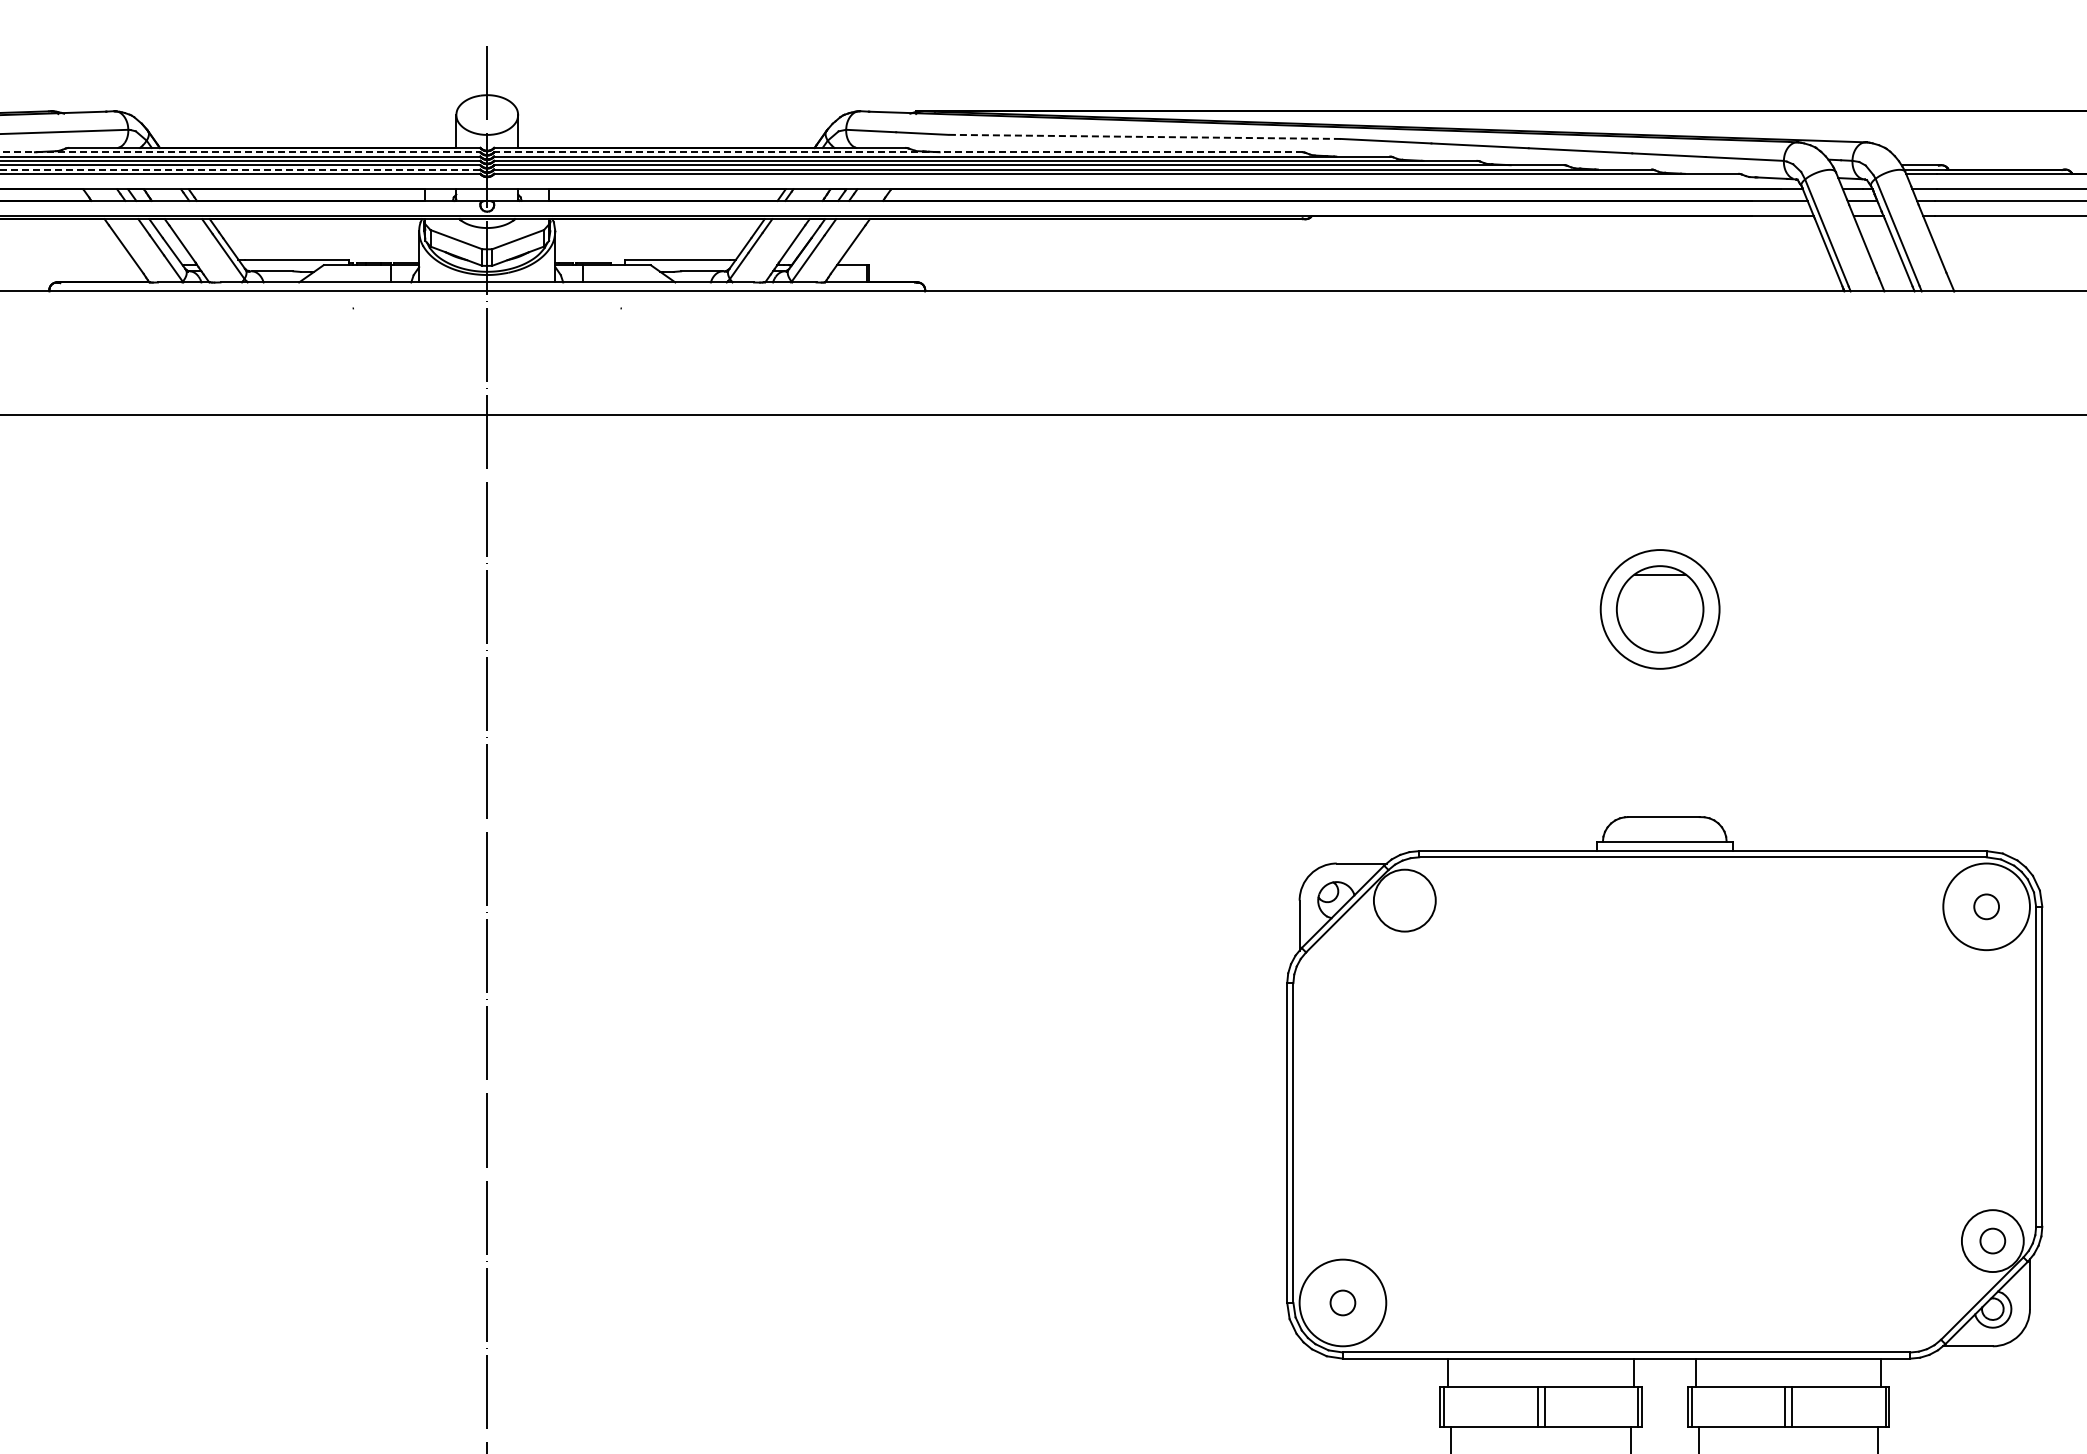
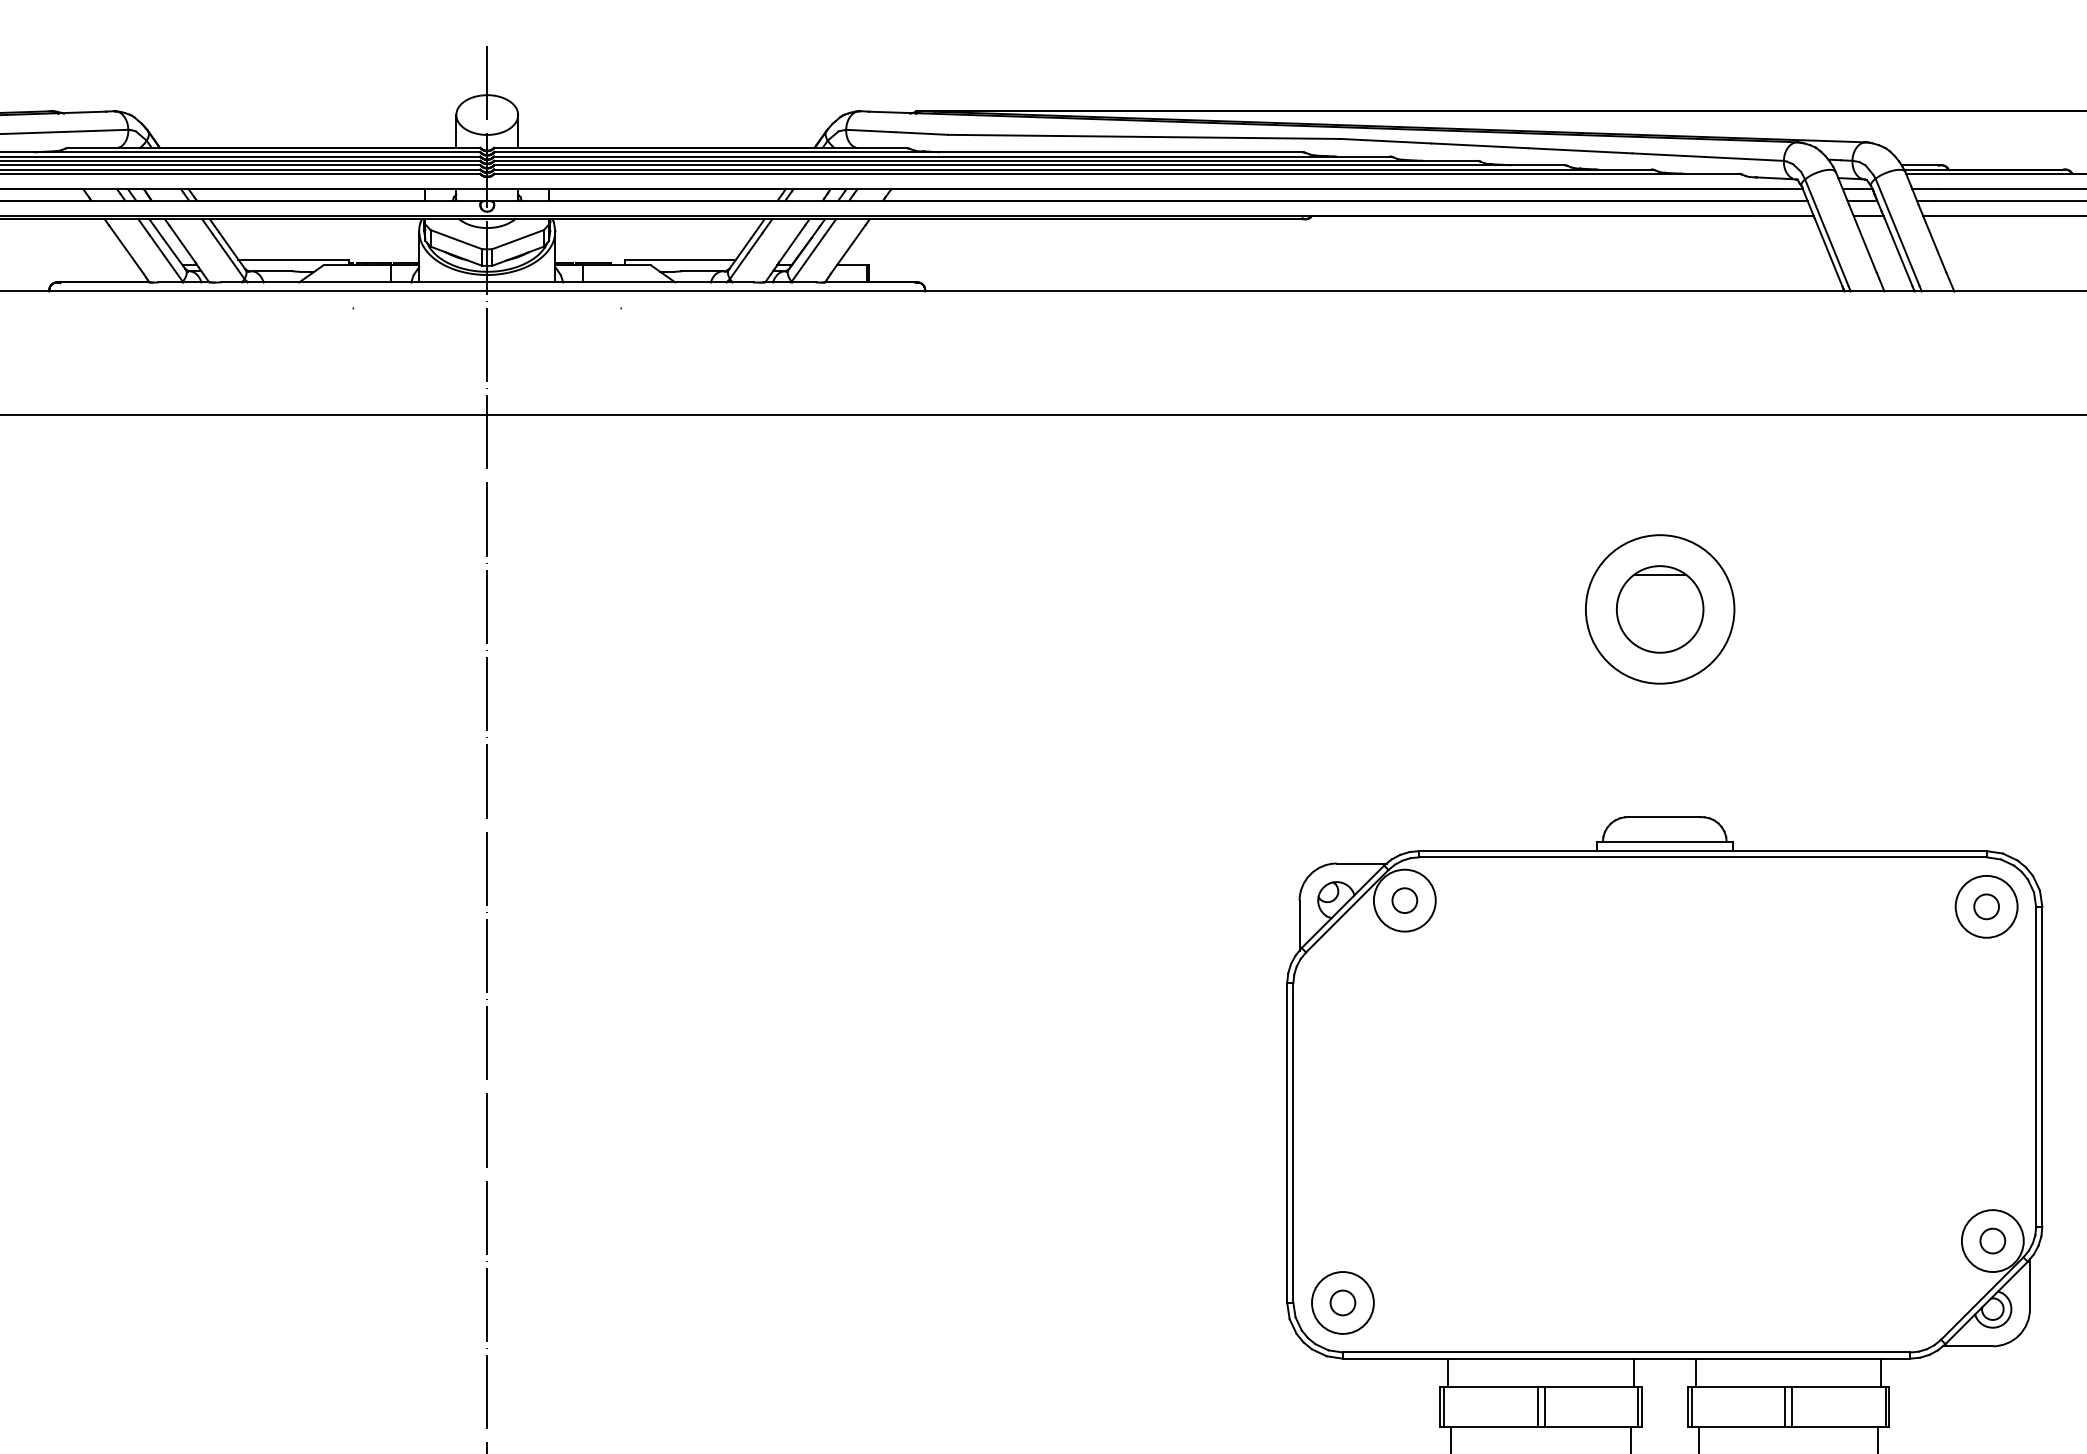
line at (1144, 136): dashed -> solid
line at (240, 152): dashed -> solid
line at (898, 152): dashed -> solid
line at (240, 169): dashed -> solid
circle at (1659, 609) diameter: 119 px -> 149 px
circle at (1404, 900): none -> present
circle at (1986, 906) diameter: 87 px -> 62 px
circle at (1342, 1302) diameter: 87 px -> 62 px
